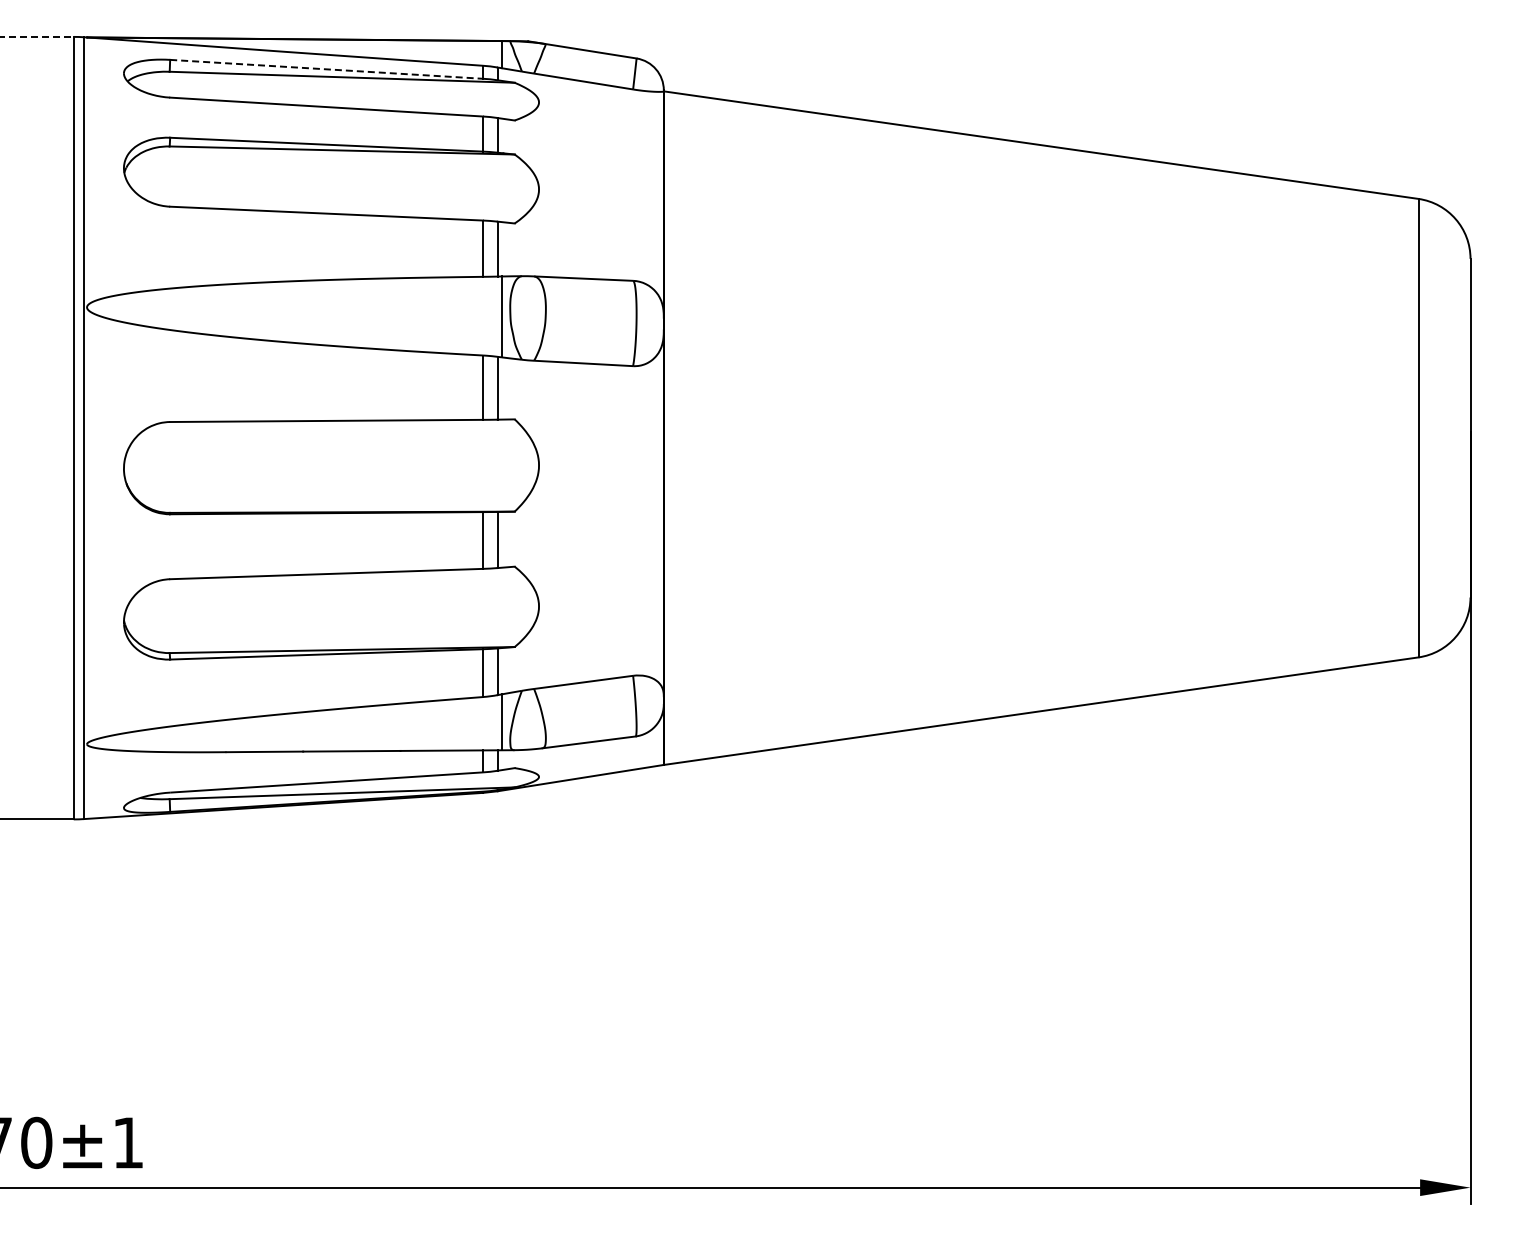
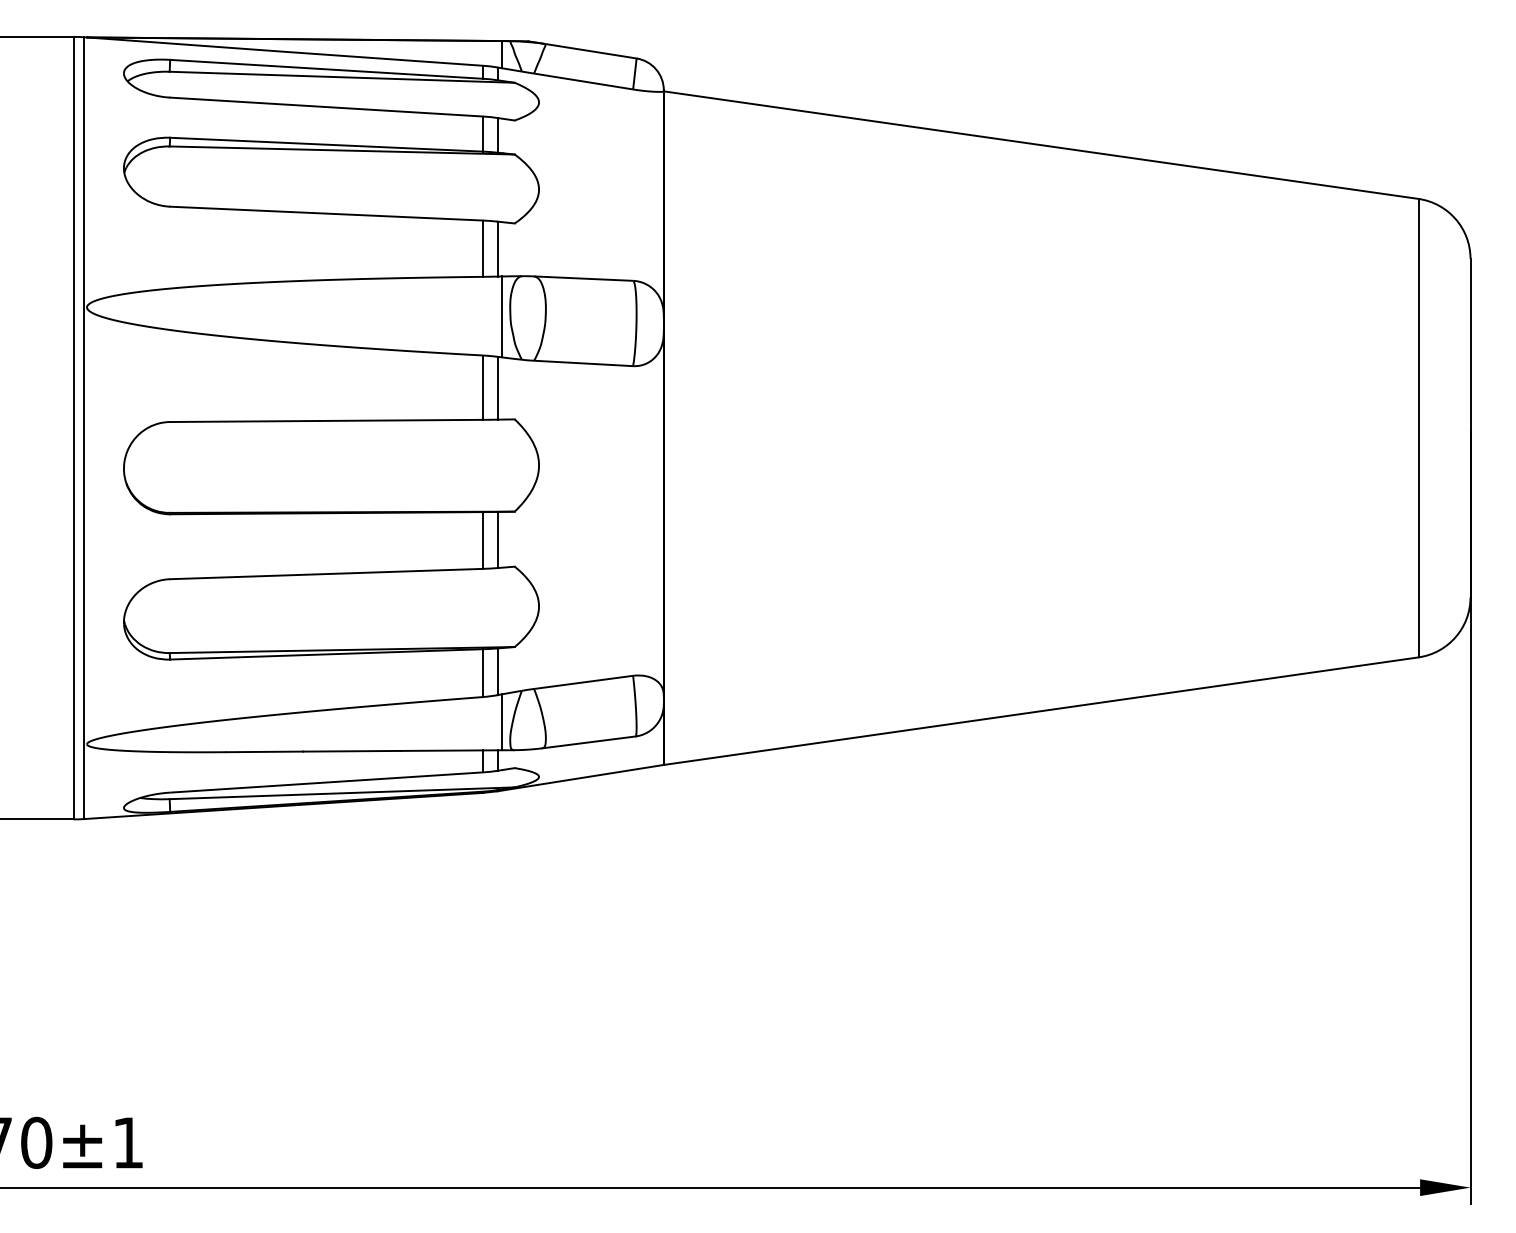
line at (37, 36): dashed -> solid
line at (326, 69): dashed -> solid
